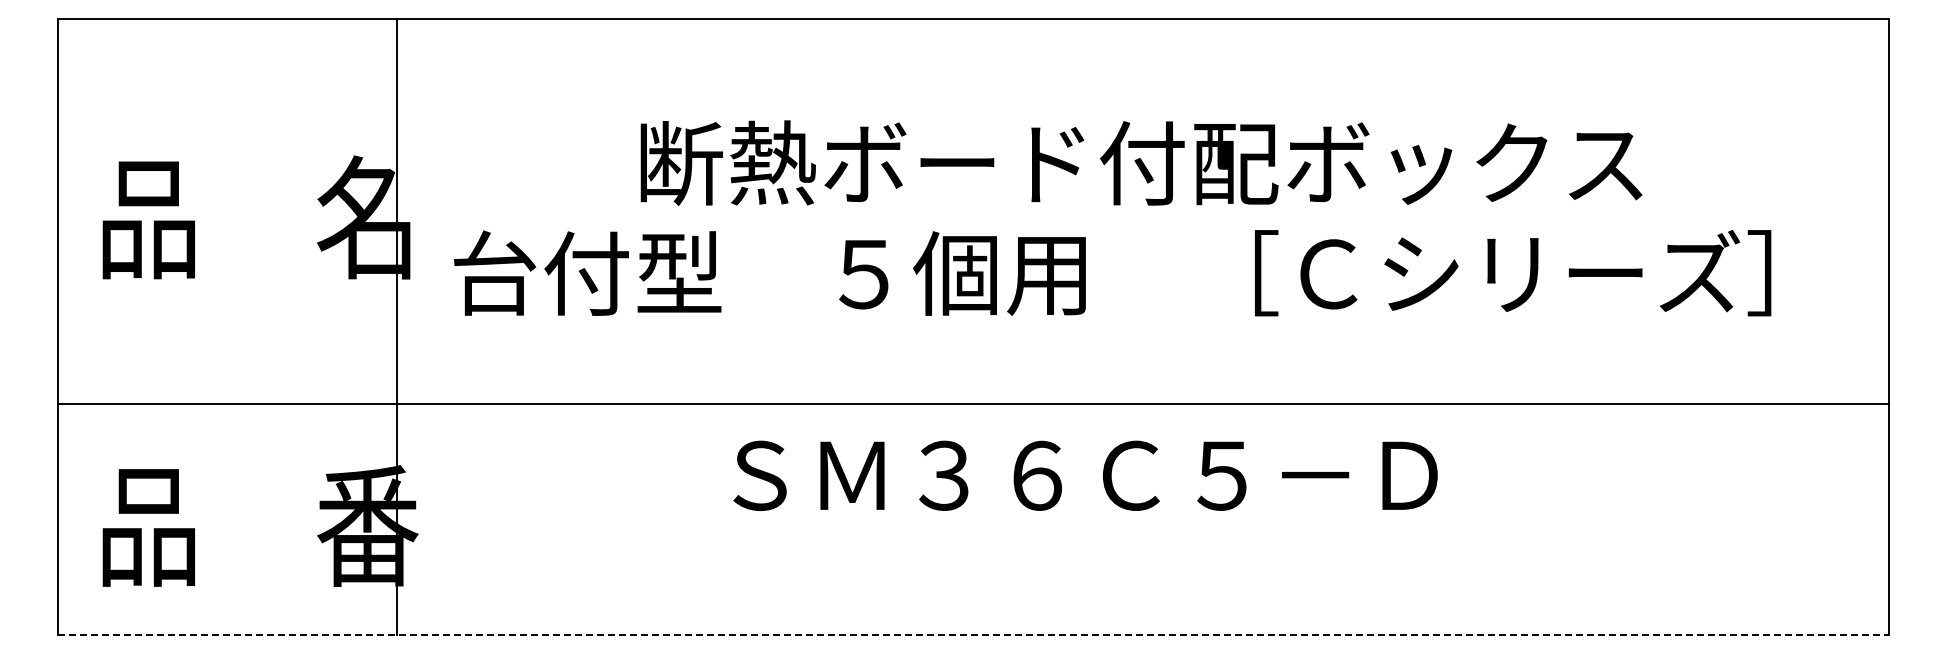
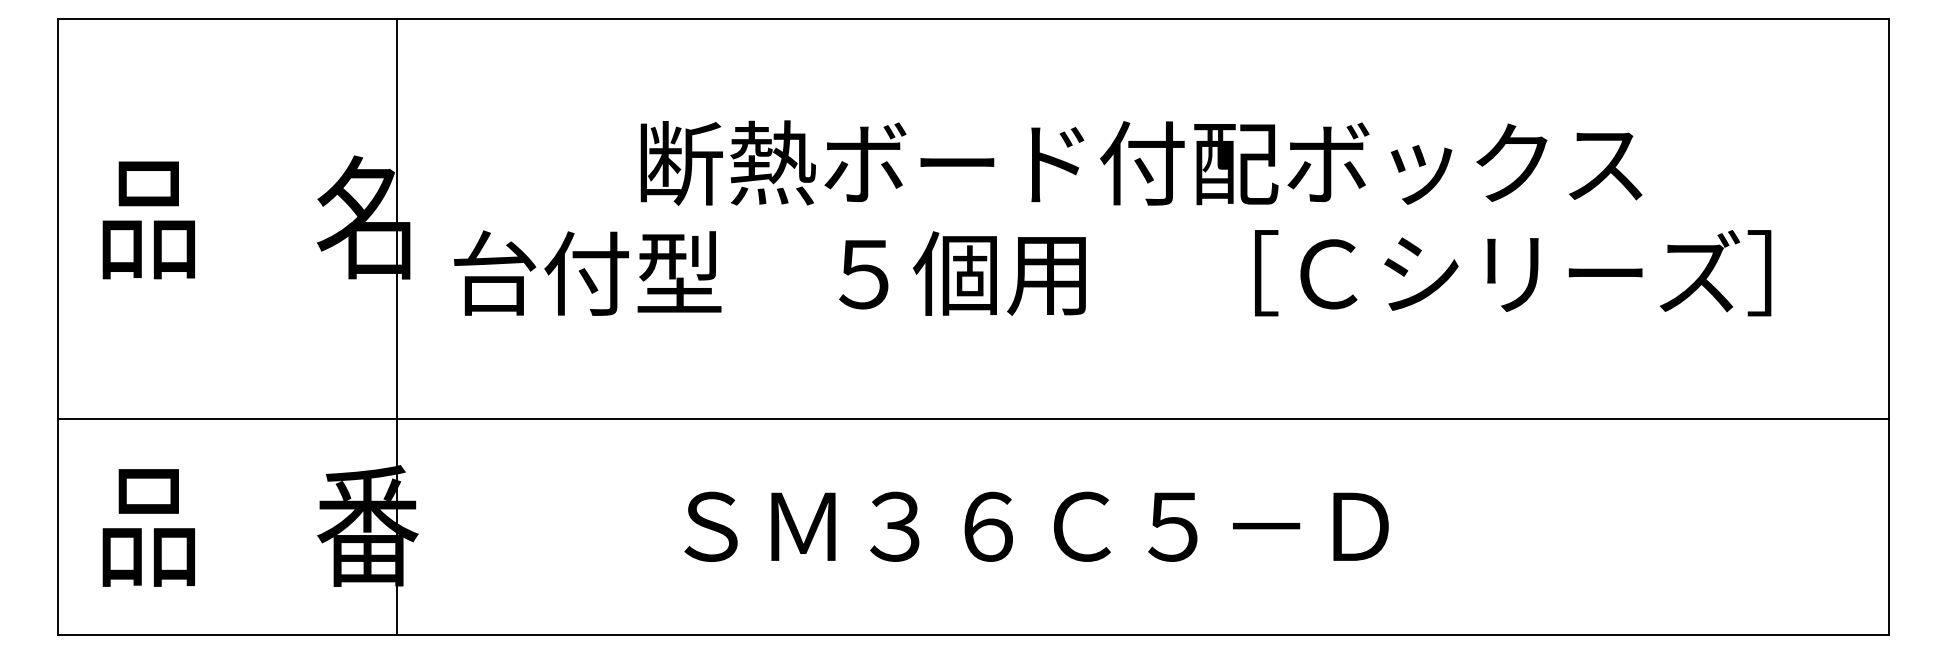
line at (973, 404) position: (973, 404) -> (973, 419)
text at (1085, 475) position: (1085, 475) -> (1036, 526)
line at (973, 634): dashed -> solid
